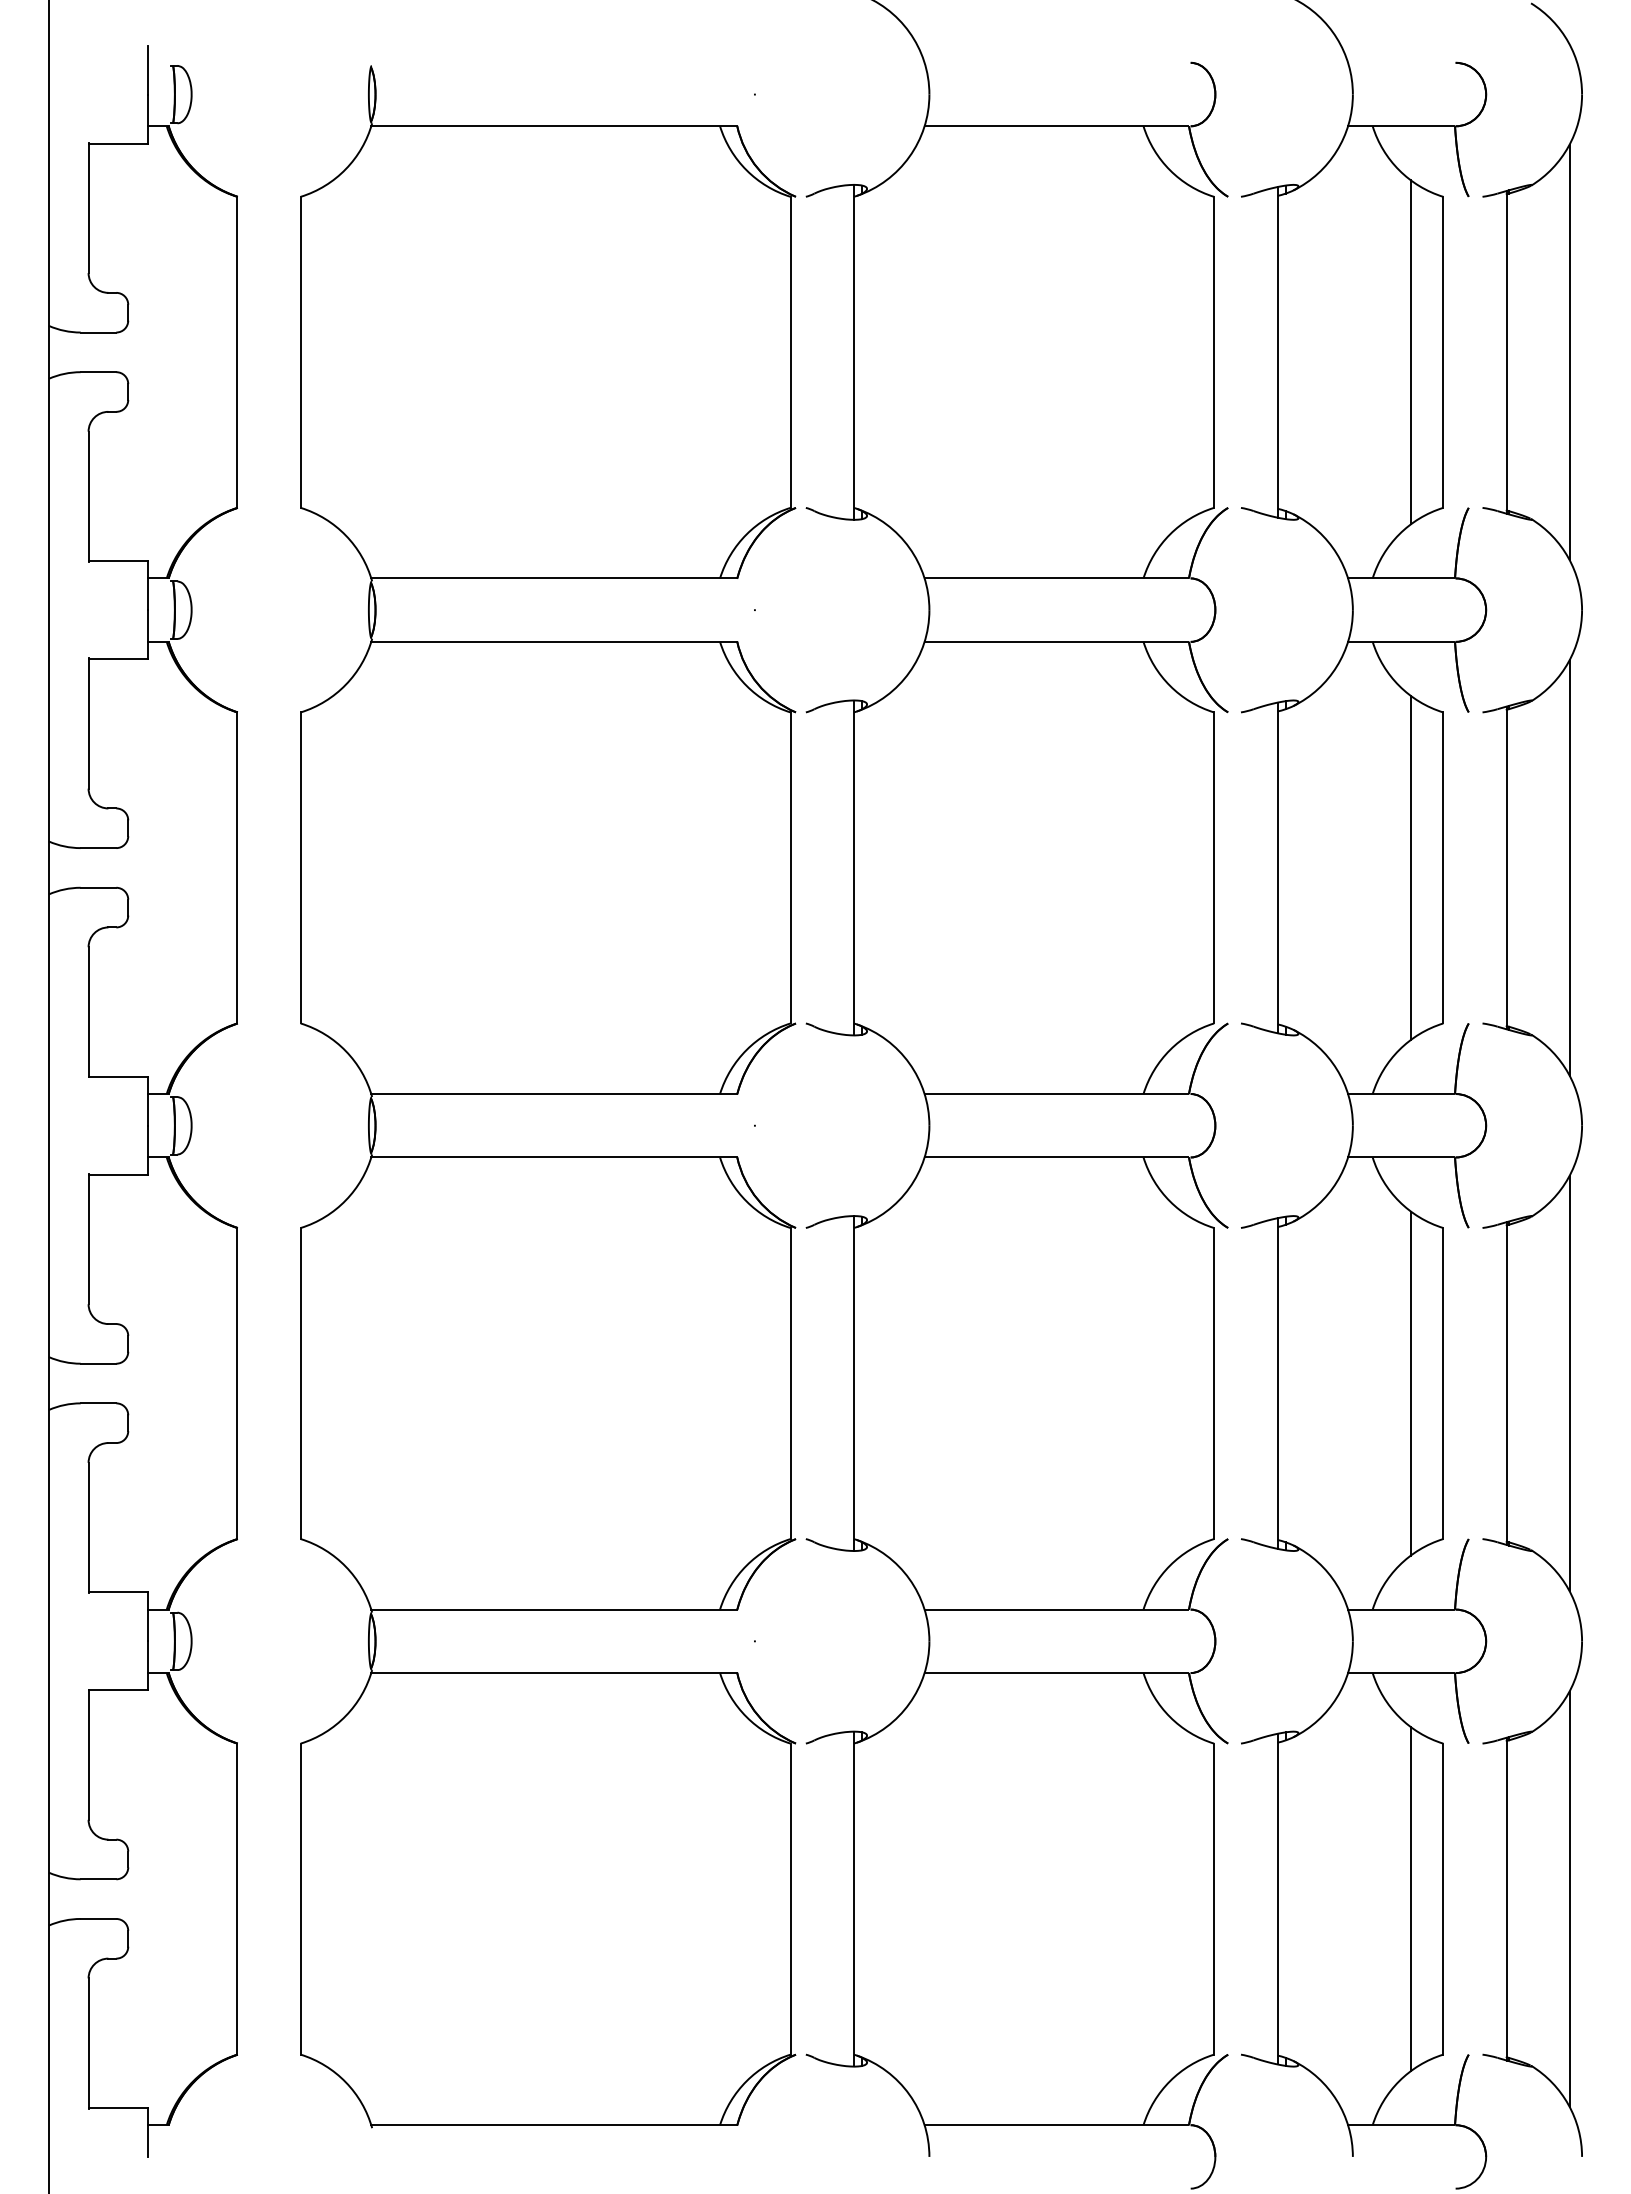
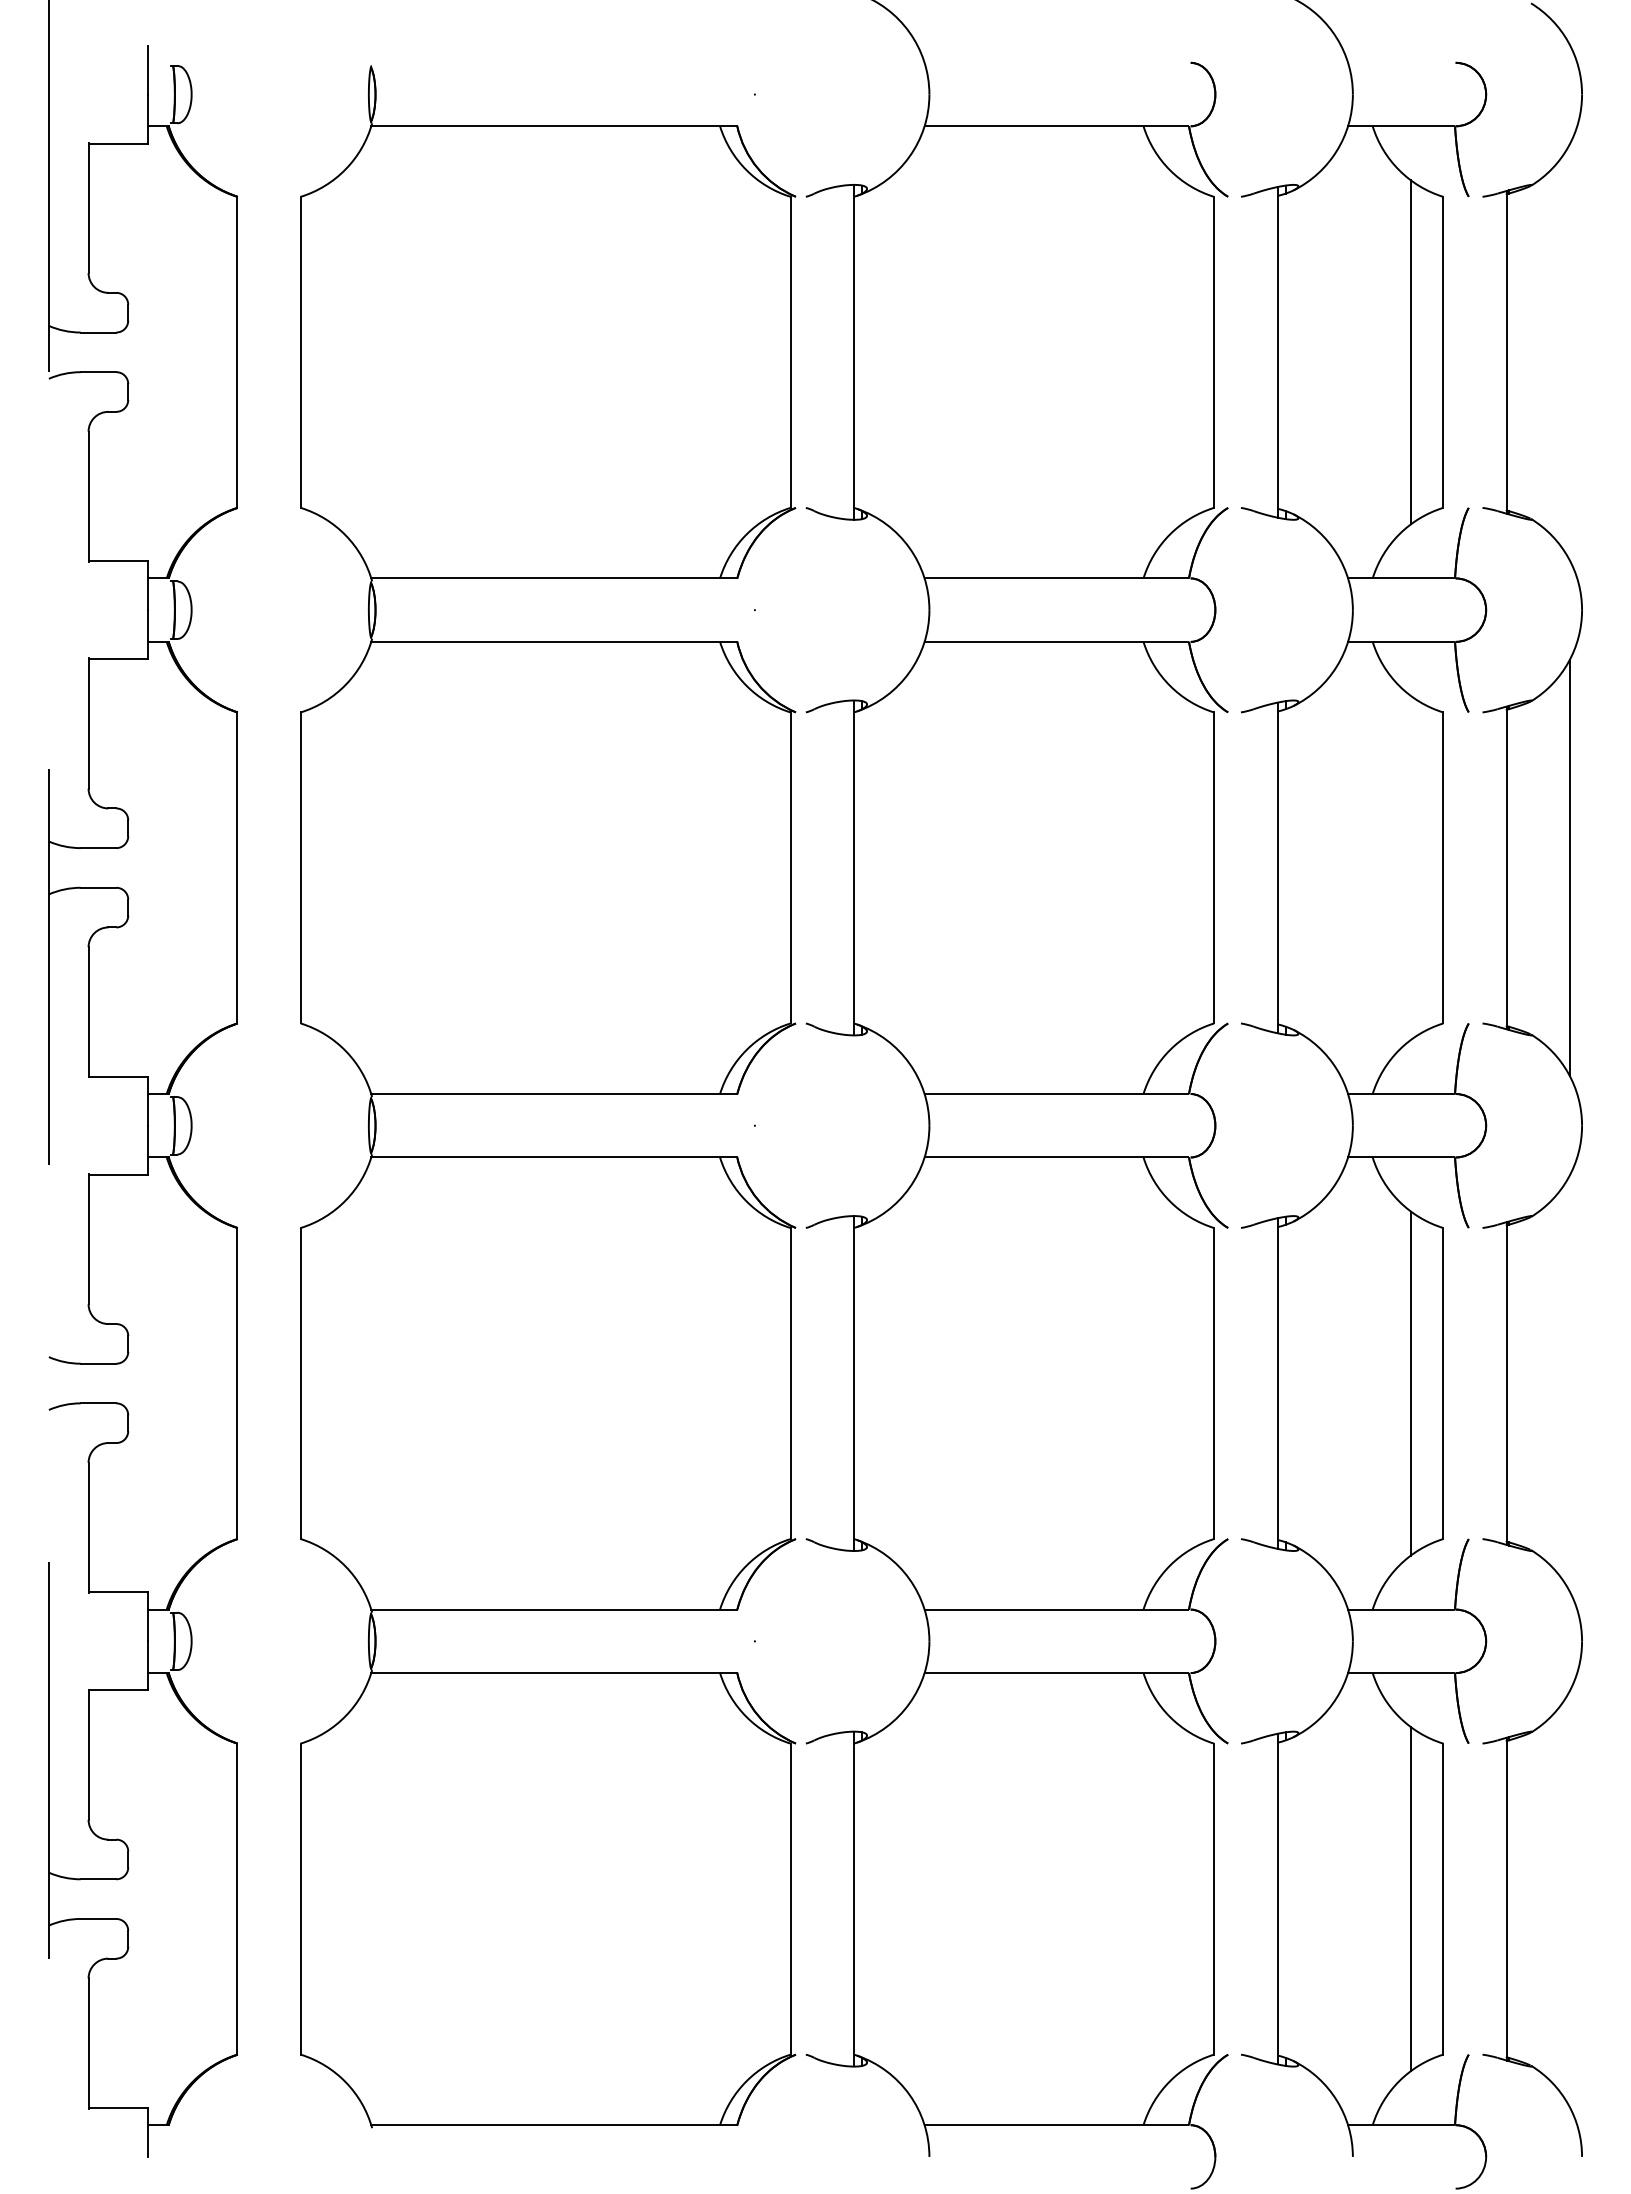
line at (1569, 351): present -> none
line at (1410, 867): present -> none
line at (48, 1097): solid -> dashed
line at (1569, 1383): present -> none
line at (1569, 1898): present -> none
